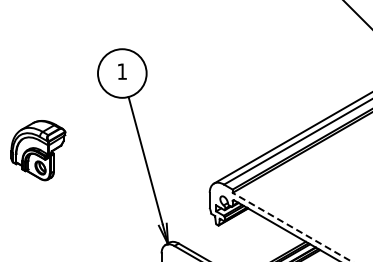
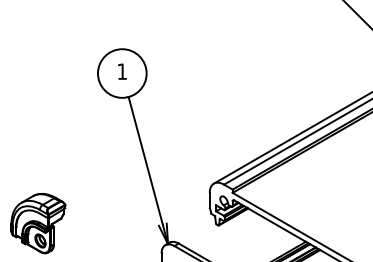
part at (38, 150) position: (38, 150) -> (38, 223)
line at (292, 227): dashed -> solid
